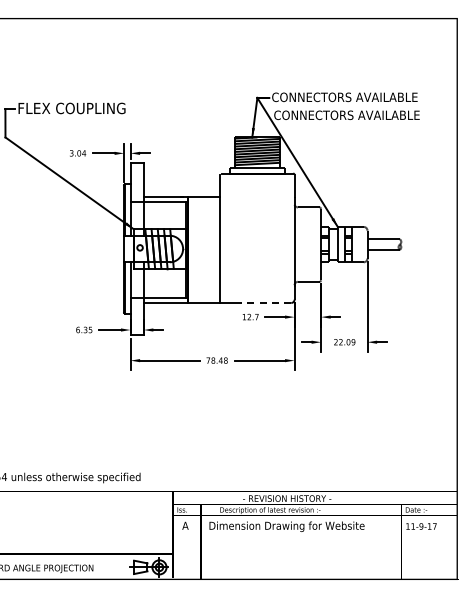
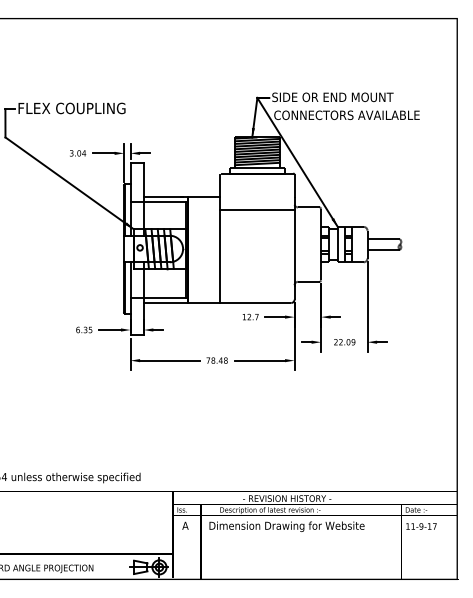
text at (344, 97): CONNECTORS AVAILABLE -> SIDE OR END MOUNT
line at (257, 210): none -> present
line at (263, 302): dashed -> solid
